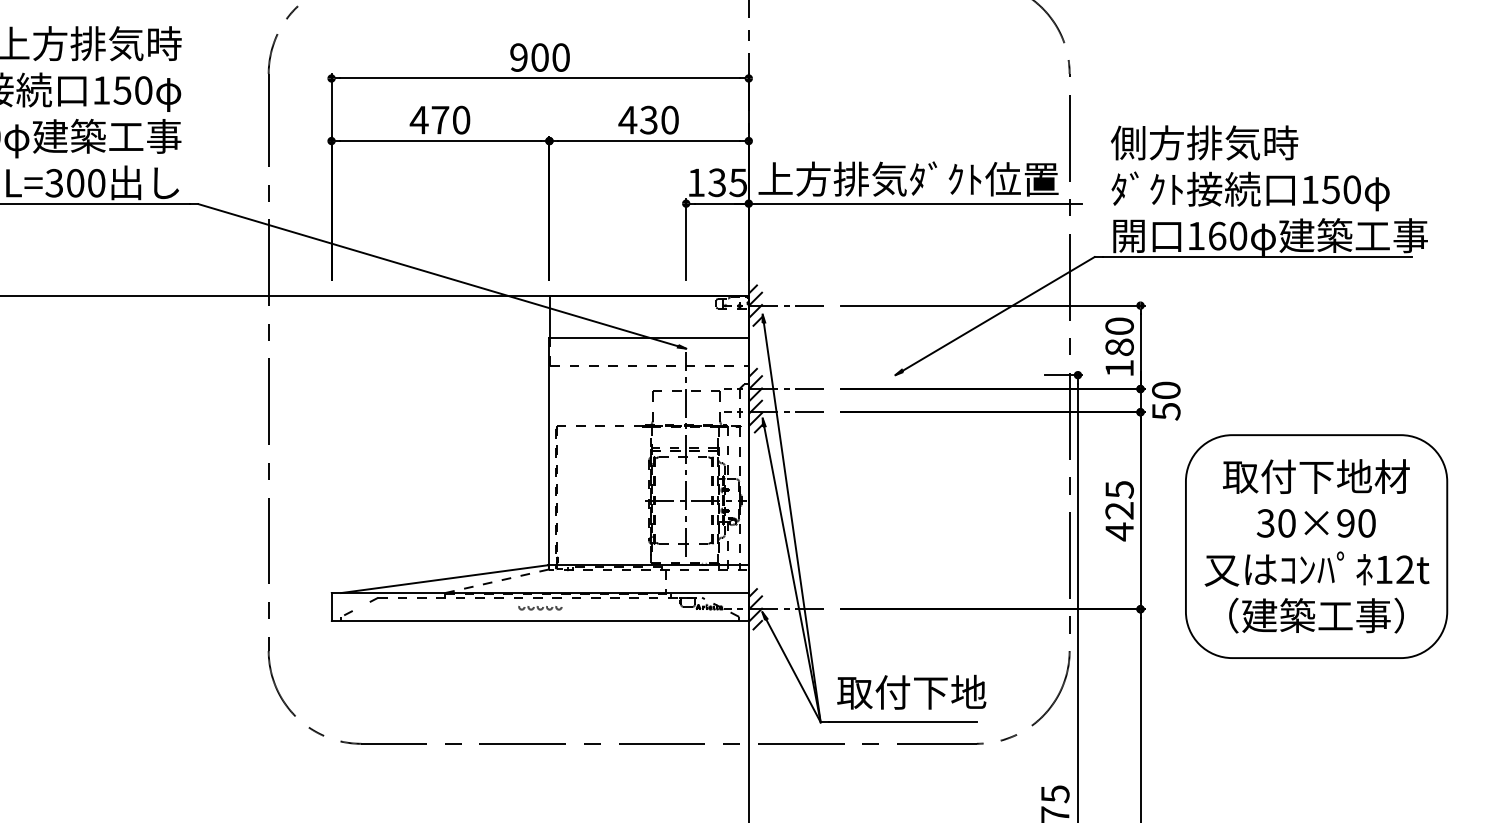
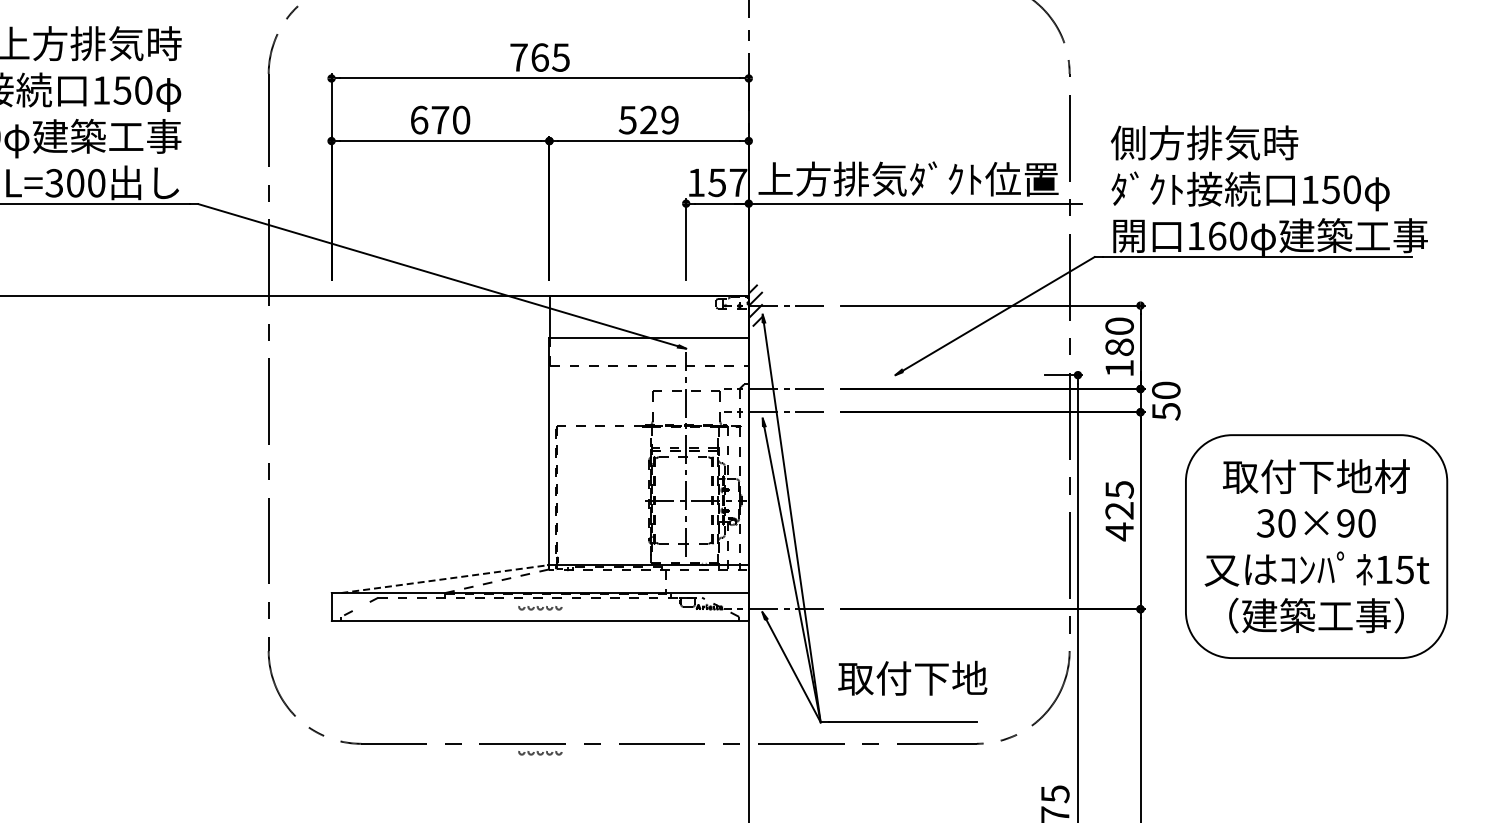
text at (539, 57): 900 -> 765
text at (418, 119): 470 -> 670
text at (648, 119): 430 -> 529
text at (728, 182): 135 -> 157
hatch at (755, 400): present -> none
text at (1404, 569): 12t -> 15t
line at (445, 579): solid -> dashed
hatch at (755, 609): present -> none
text at (911, 691) position: (911, 691) -> (912, 677)
part at (540, 753): none -> present
